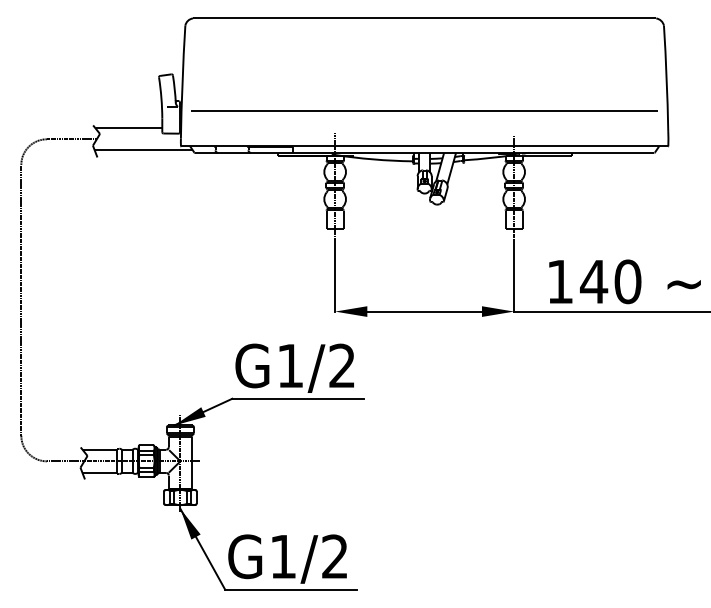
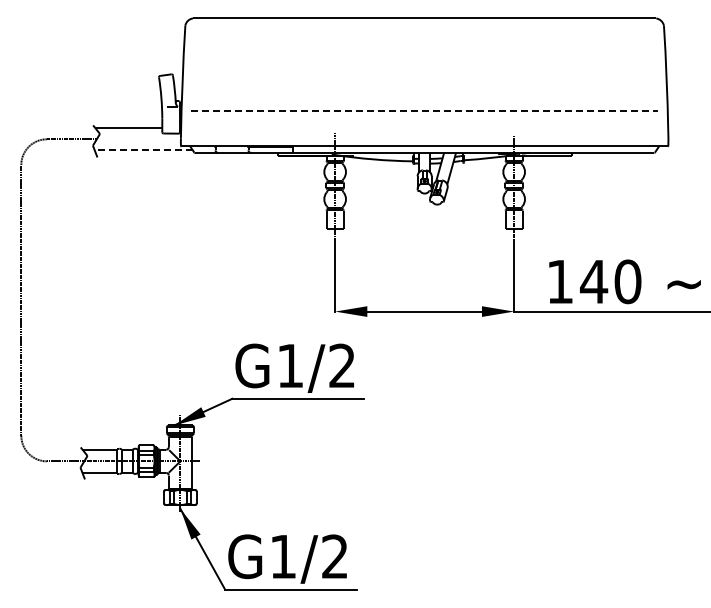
line at (425, 111): solid -> dashed
line at (143, 150): solid -> dashed
